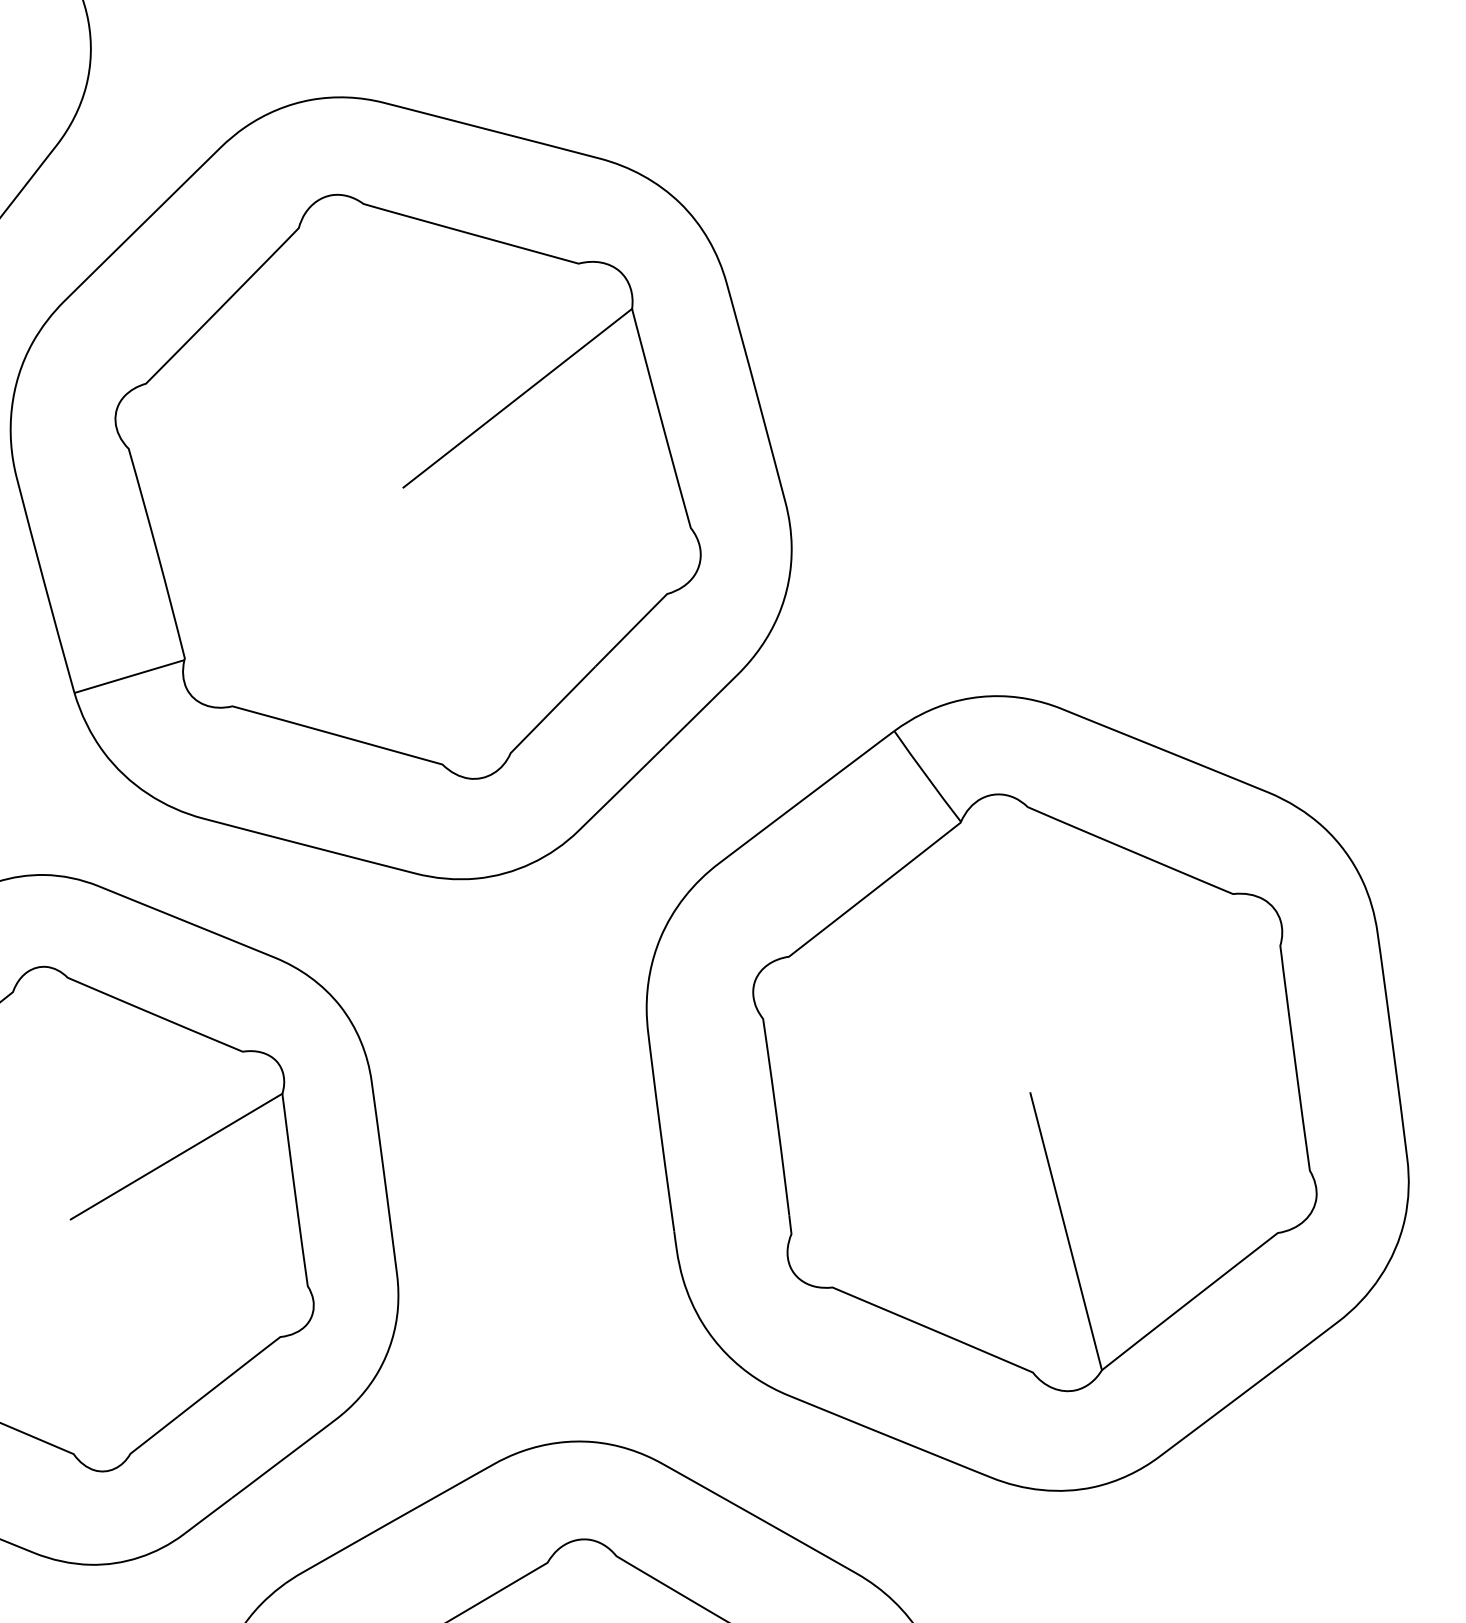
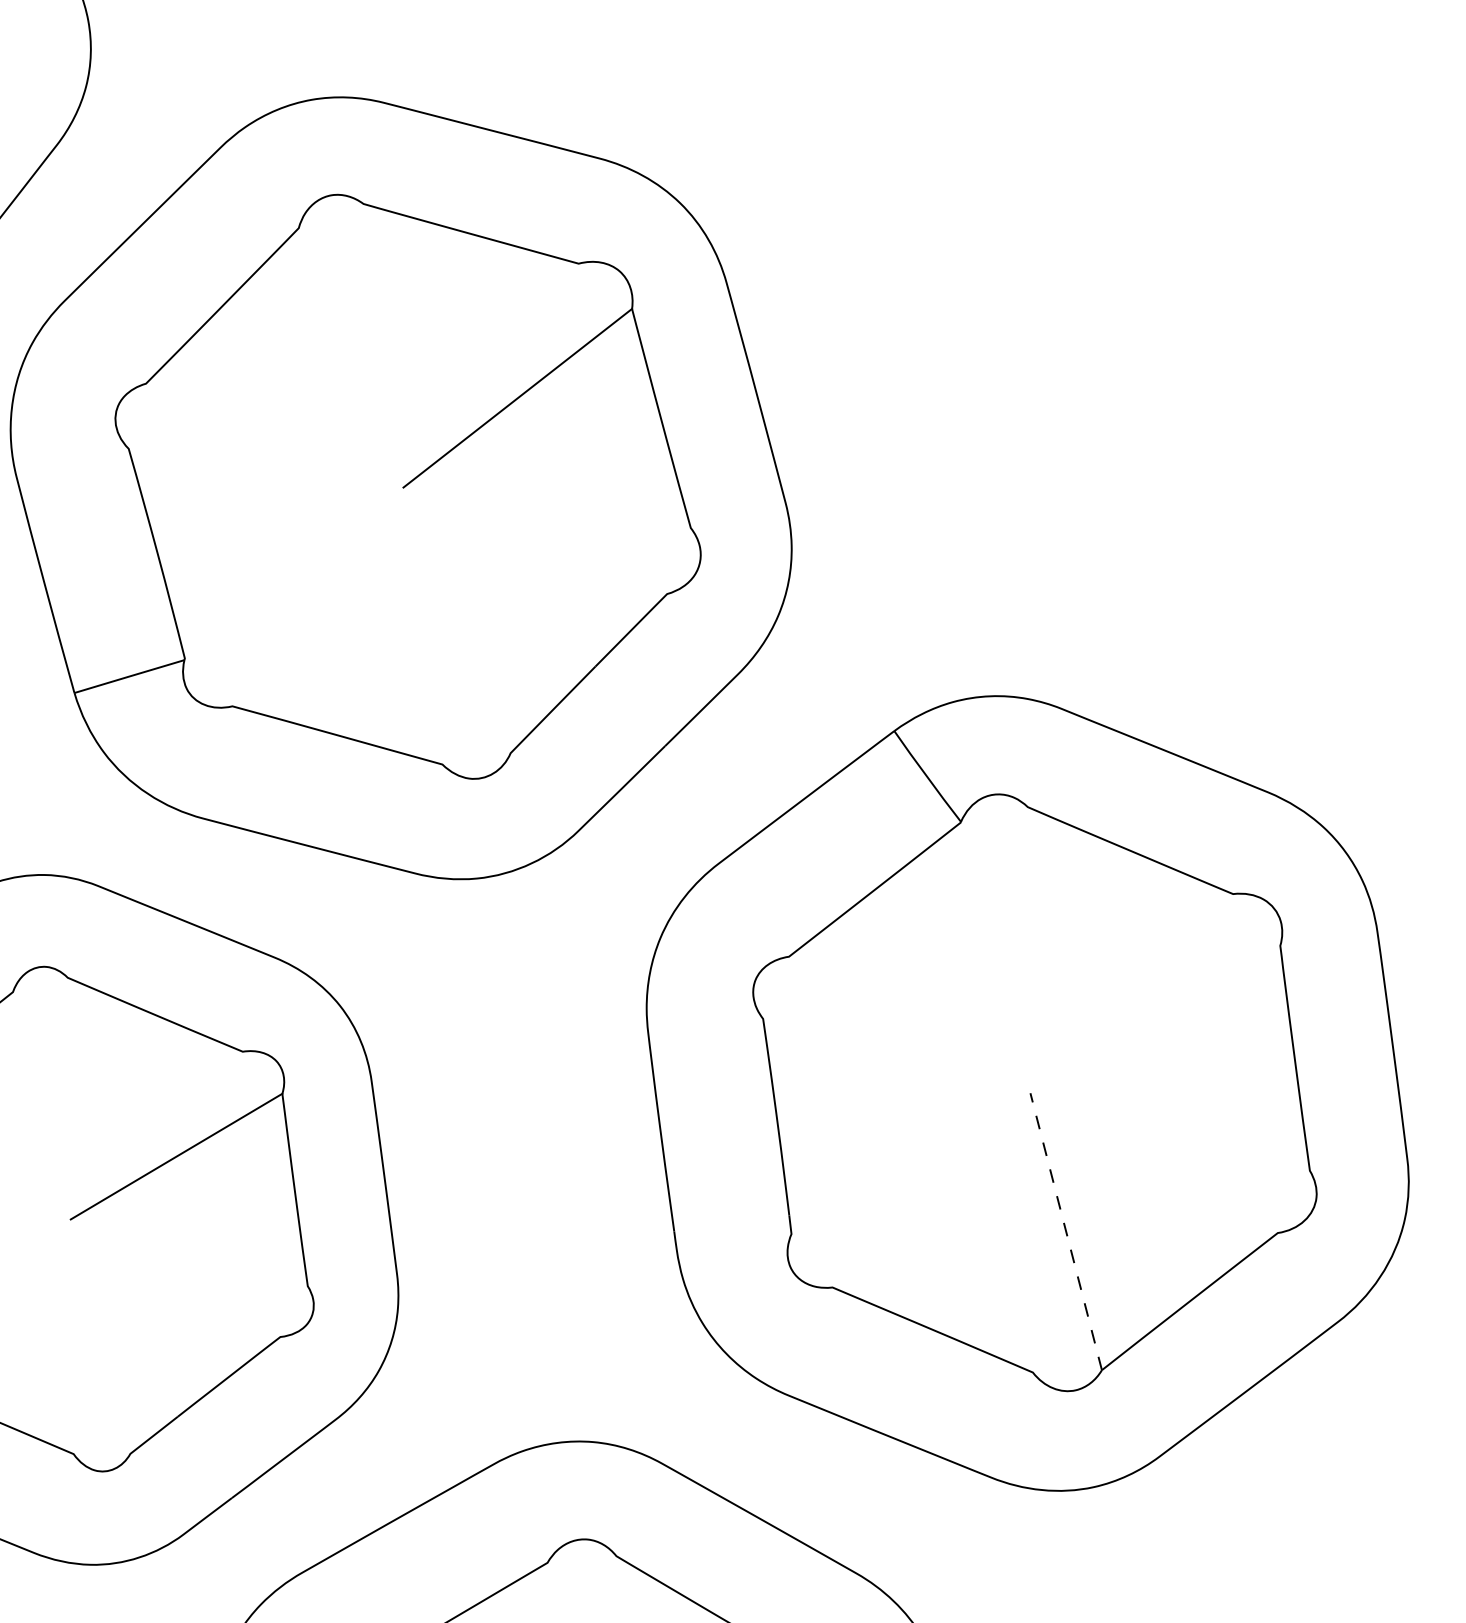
line at (1066, 1231): solid -> dashed
